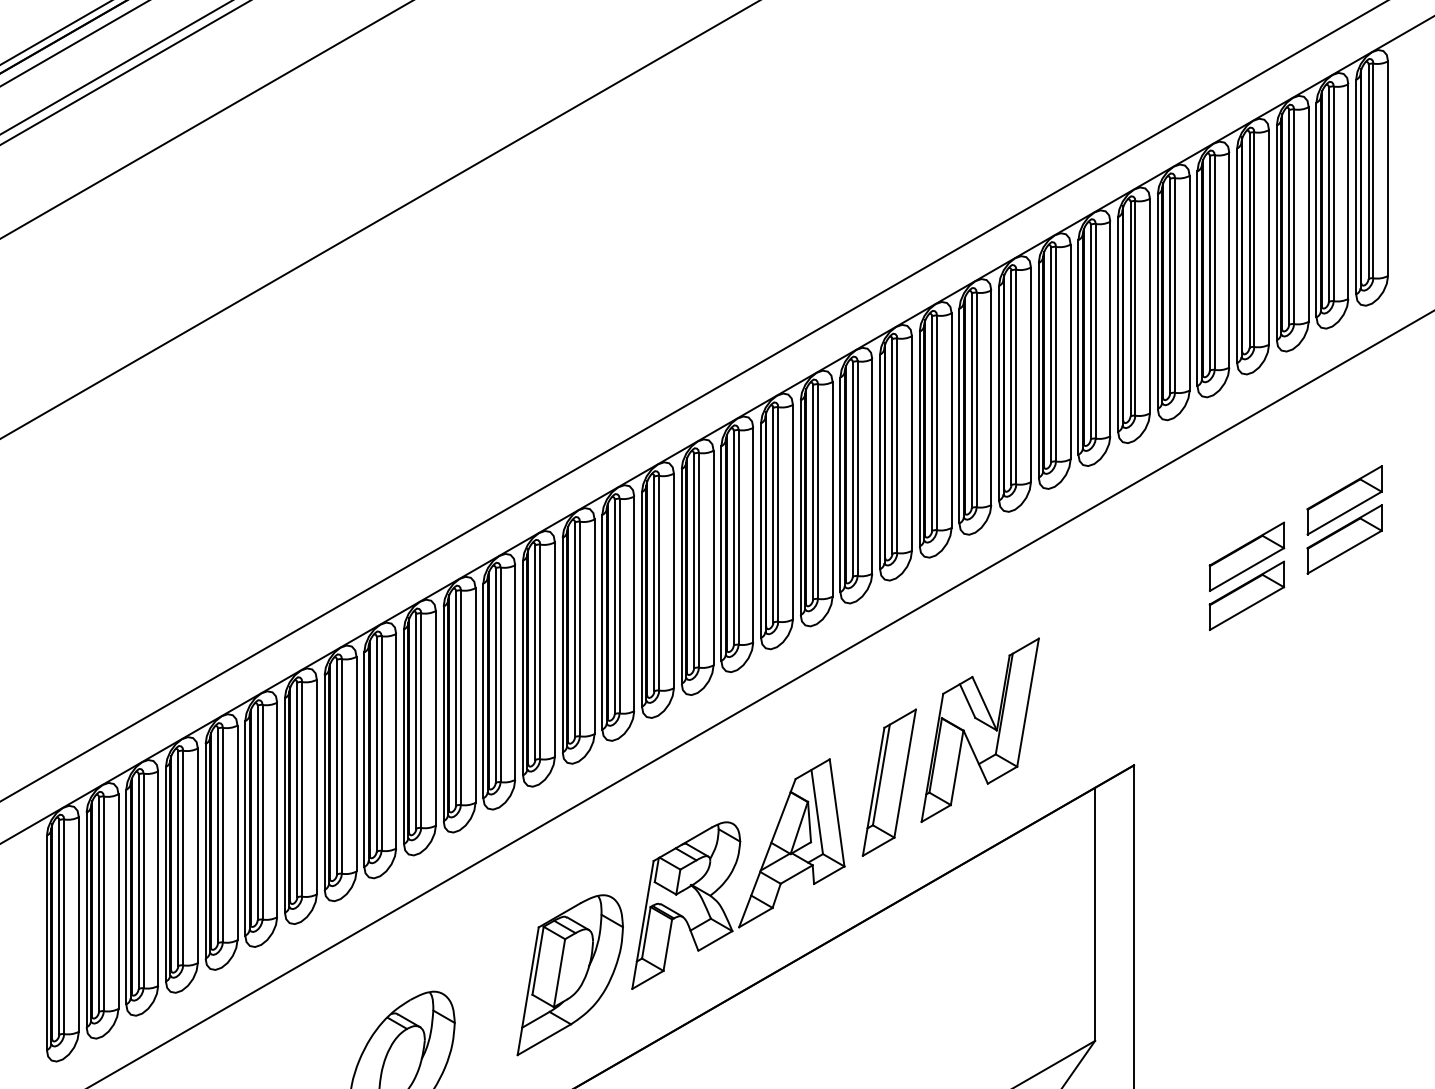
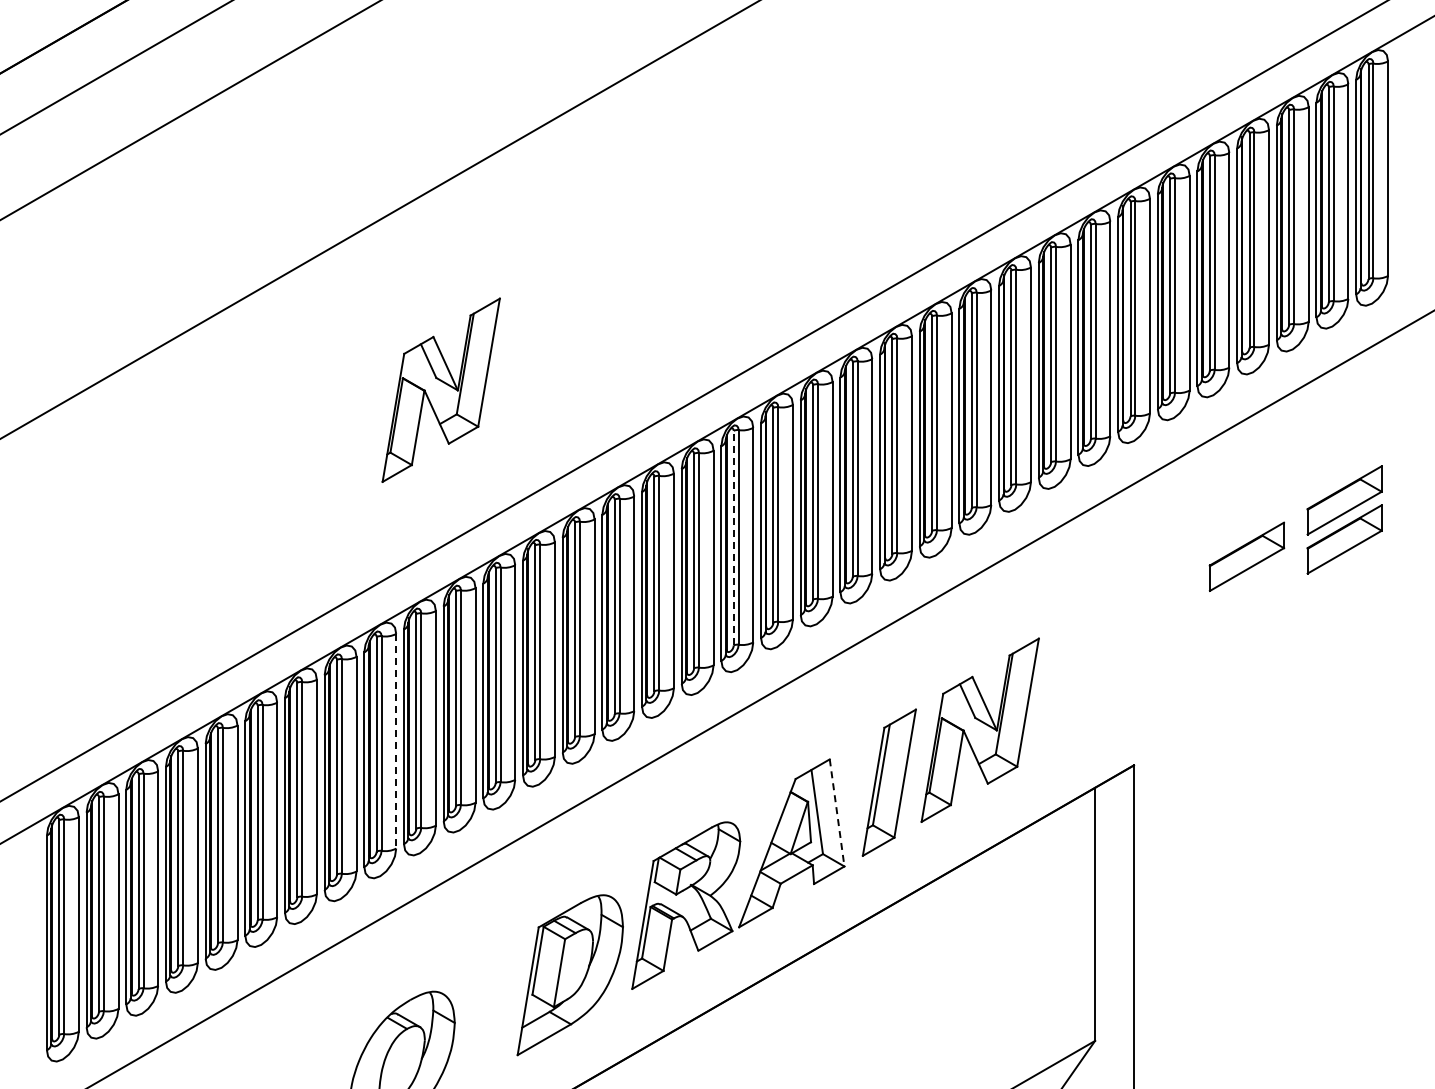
line at (55, 32): present -> none
line at (74, 43): present -> none
line at (124, 72): present -> none
line at (206, 119) position: (206, 119) -> (190, 110)
part at (440, 389): none -> present
line at (733, 537): solid -> dashed
part at (1246, 595): present -> none
line at (396, 741): solid -> dashed
line at (837, 813): solid -> dashed
